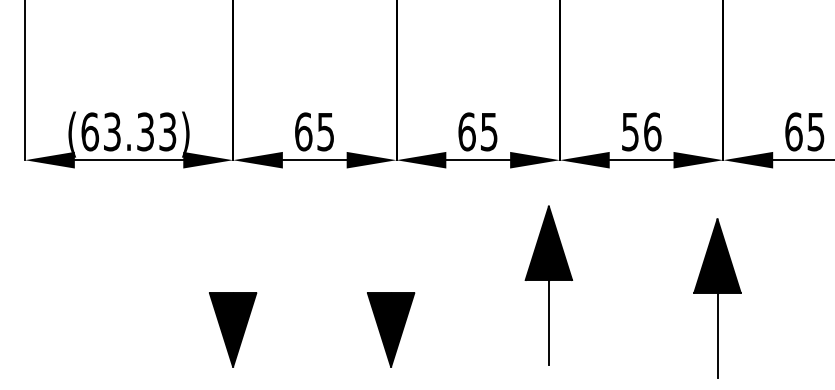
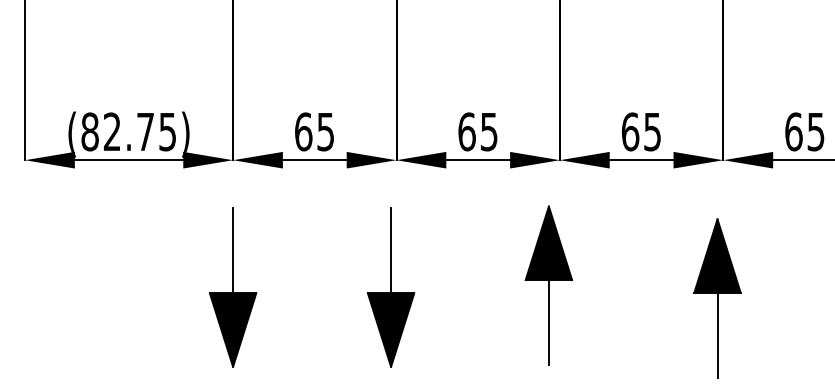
text at (128, 131): (63.33) -> (82.75)
text at (641, 131): 56 -> 65
line at (233, 250): none -> present
line at (391, 250): none -> present
